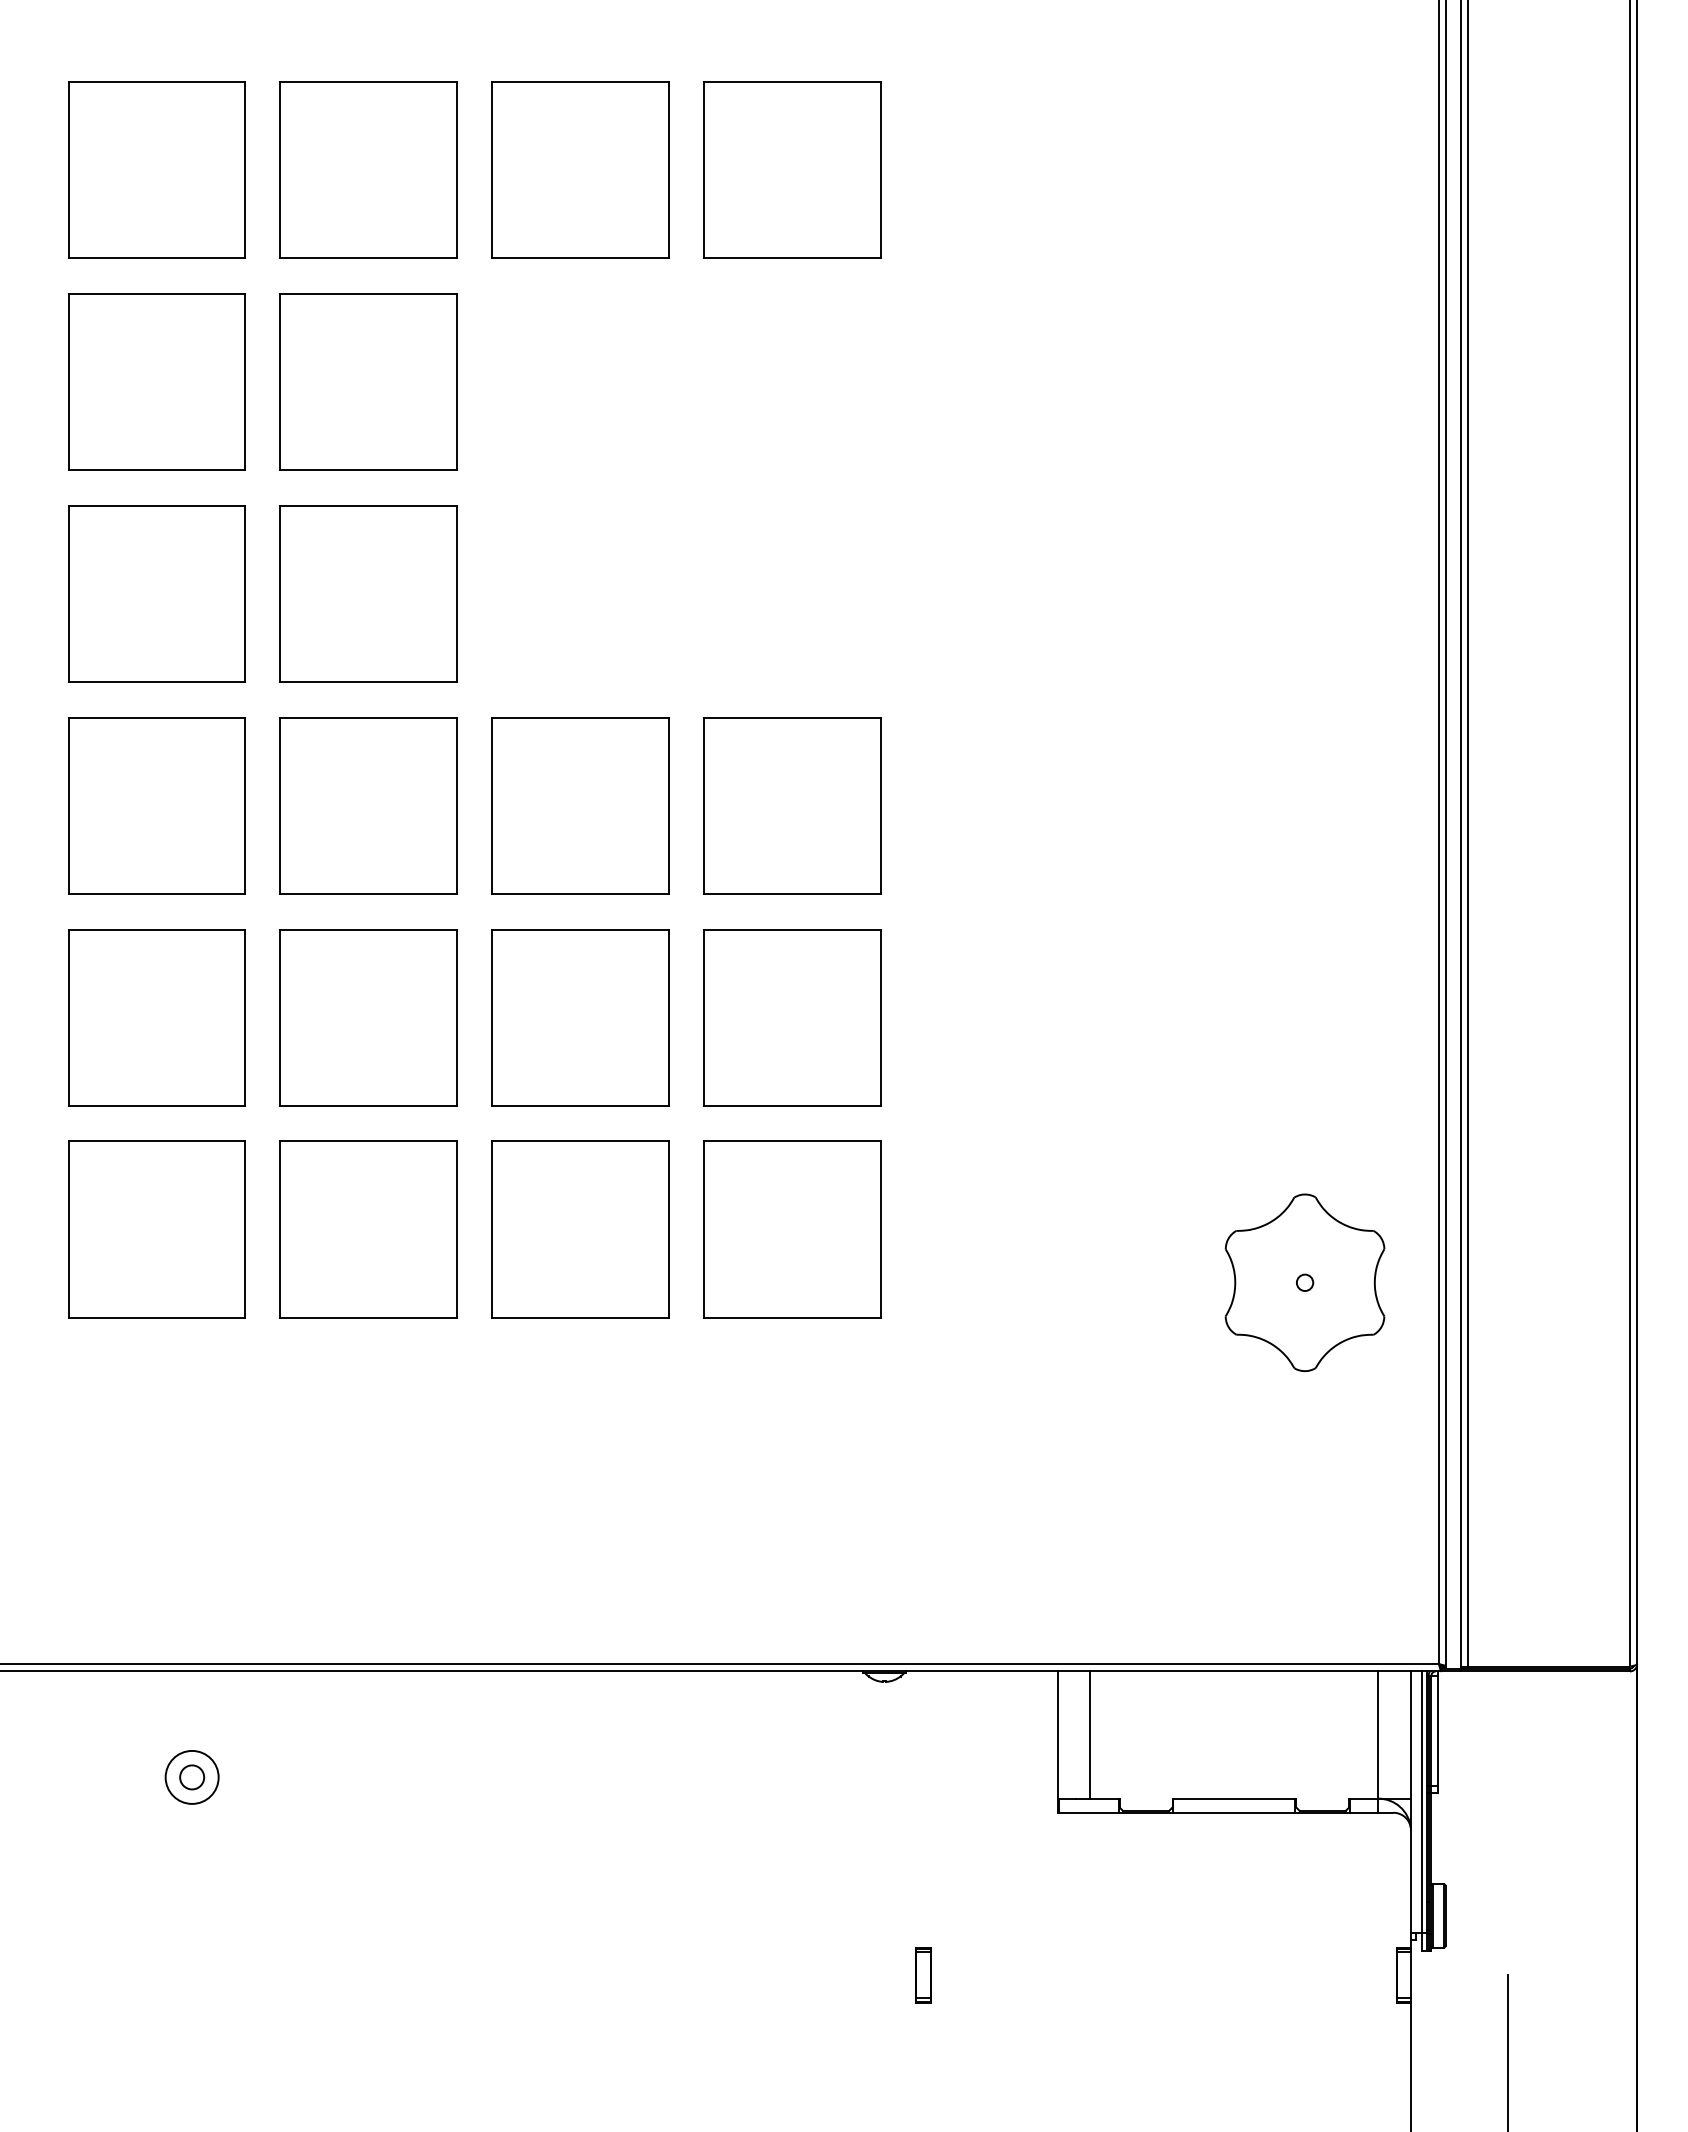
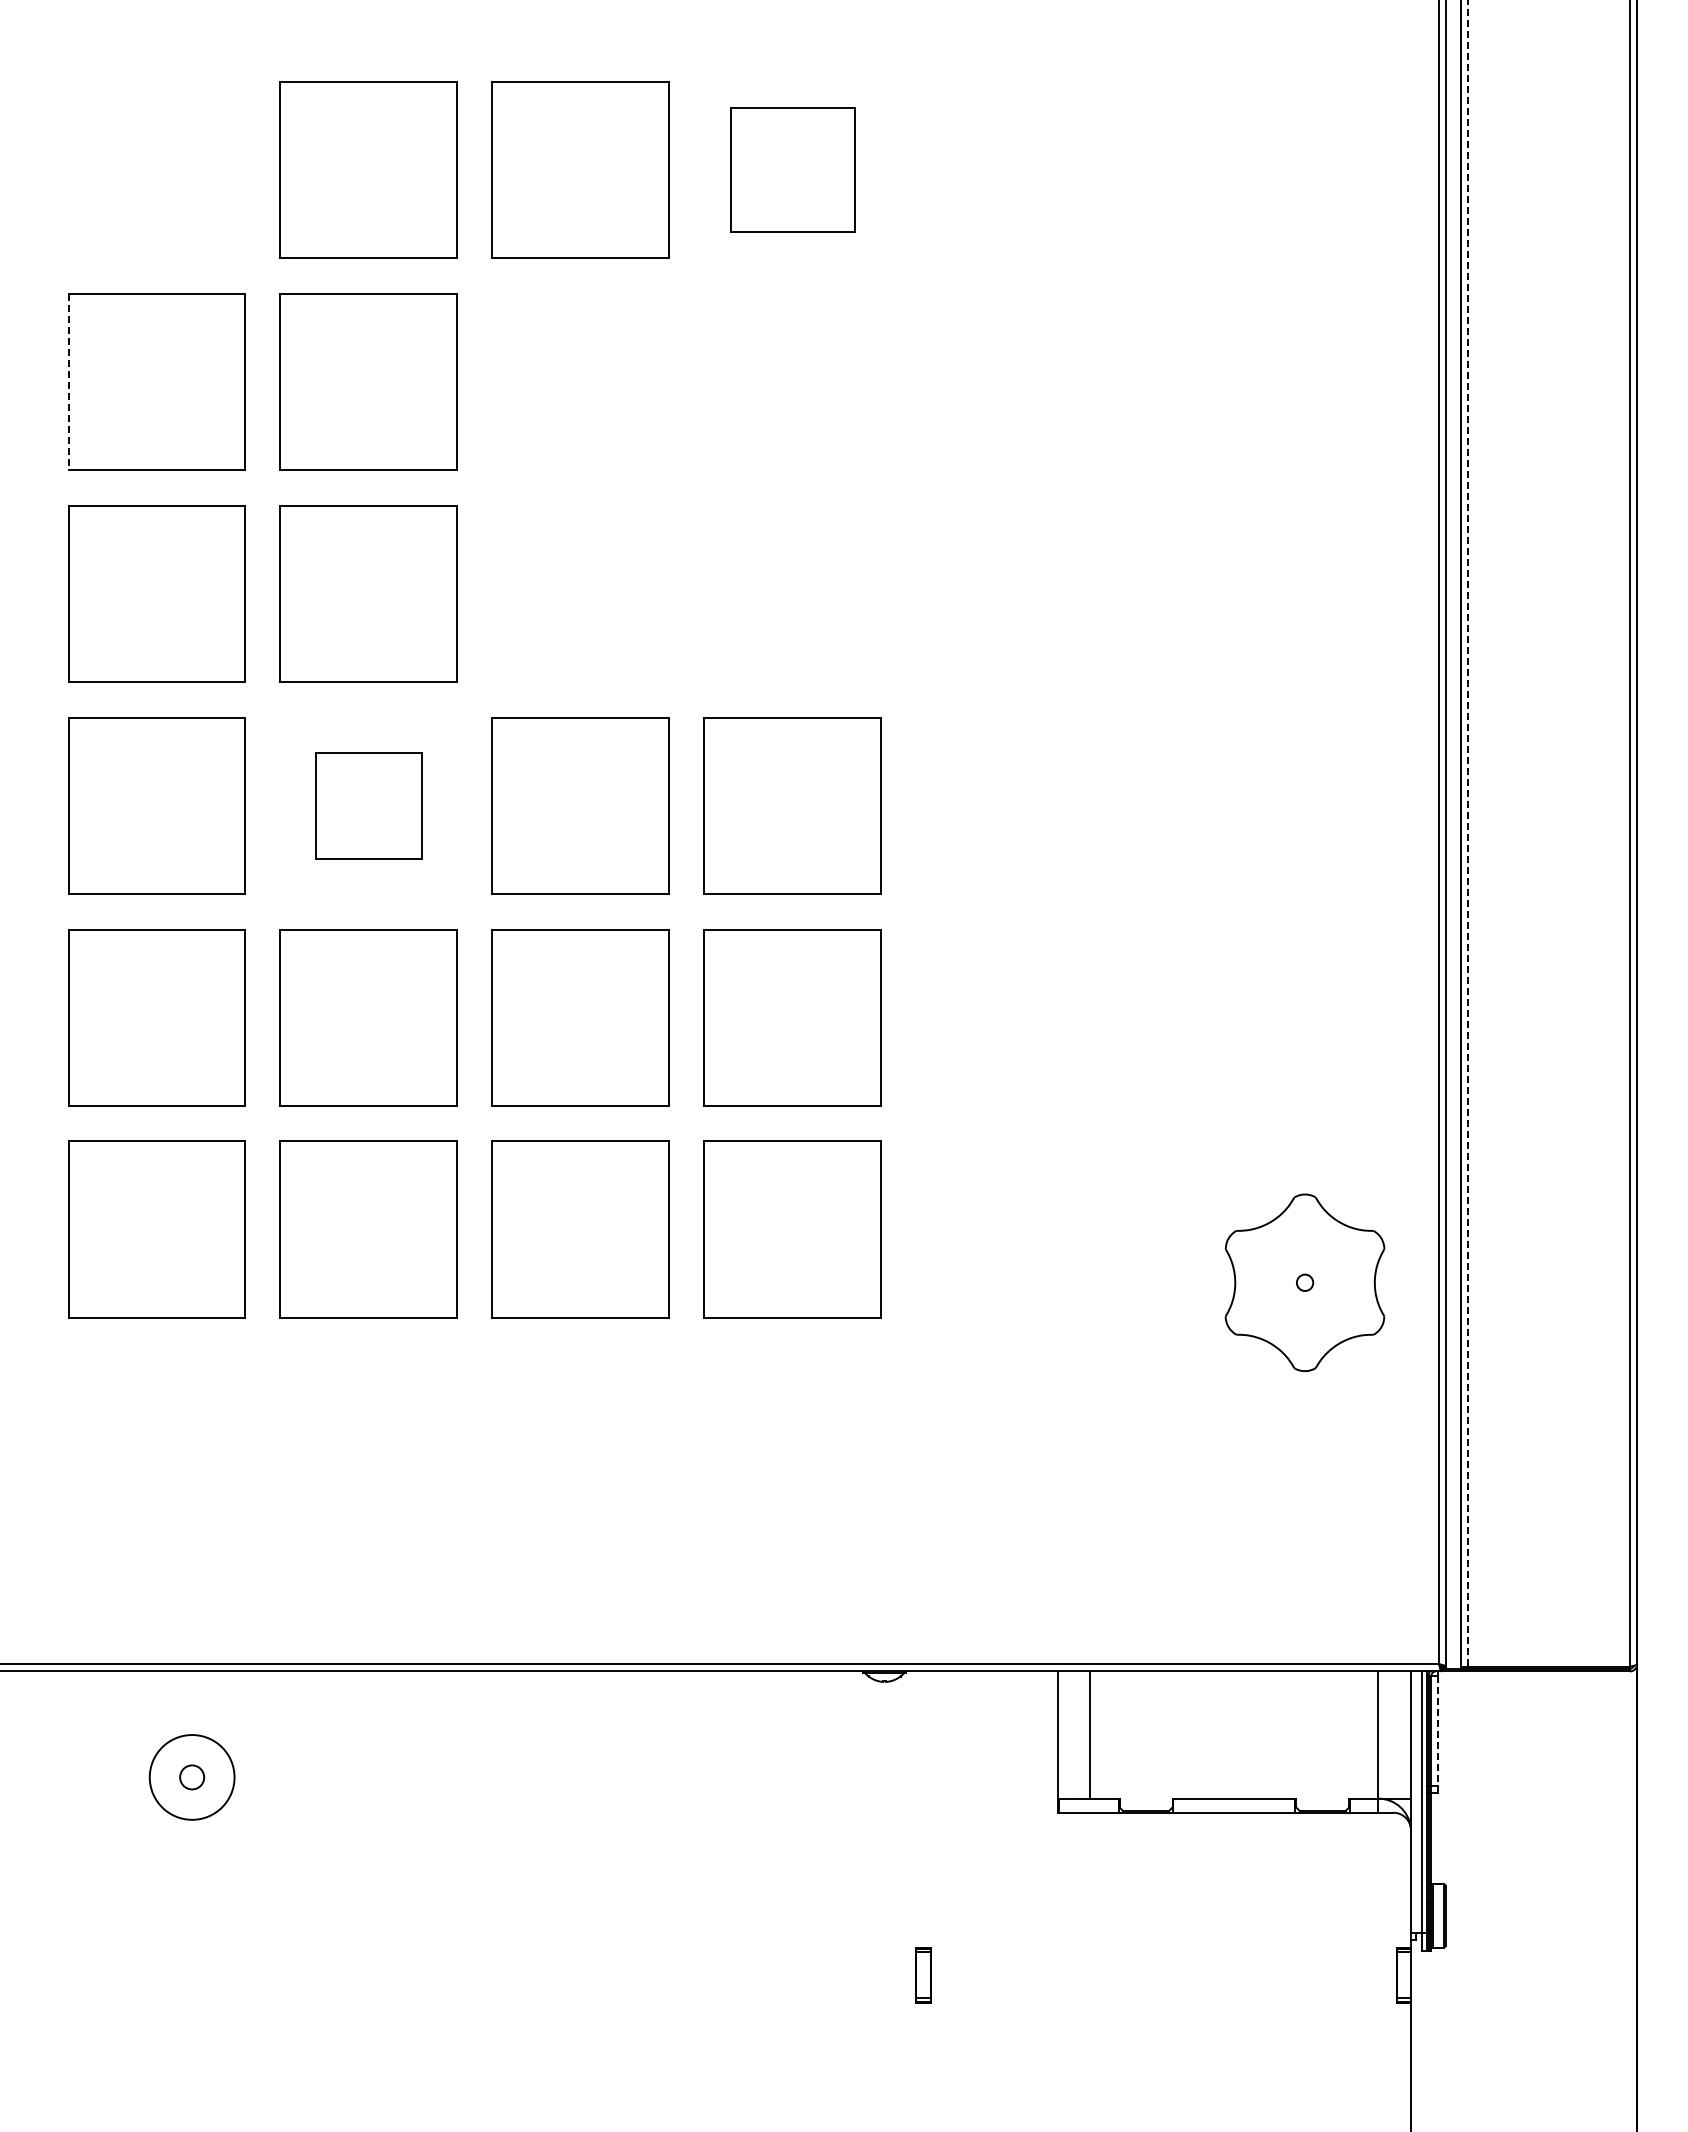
part at (156, 169): present -> none
part at (792, 169) size: 179x178 px -> 126x126 px
line at (68, 382): solid -> dashed
part at (368, 805) size: 179x178 px -> 108x108 px
line at (1467, 833): solid -> dashed
line at (1437, 1731): solid -> dashed
circle at (191, 1776) diameter: 53 px -> 85 px
line at (1508, 2051): present -> none
